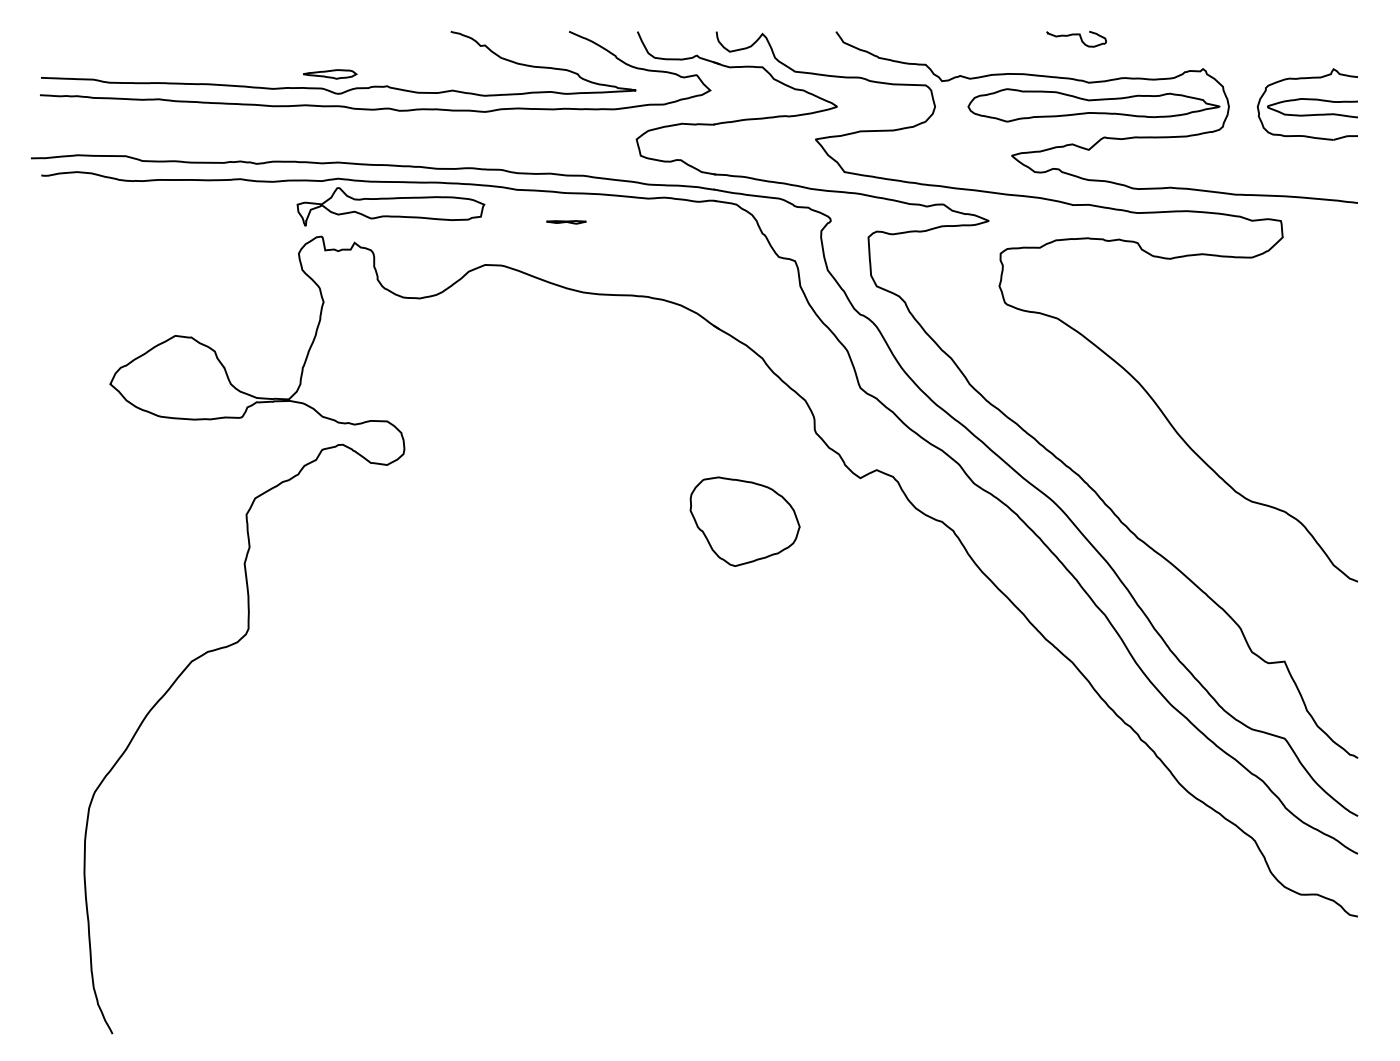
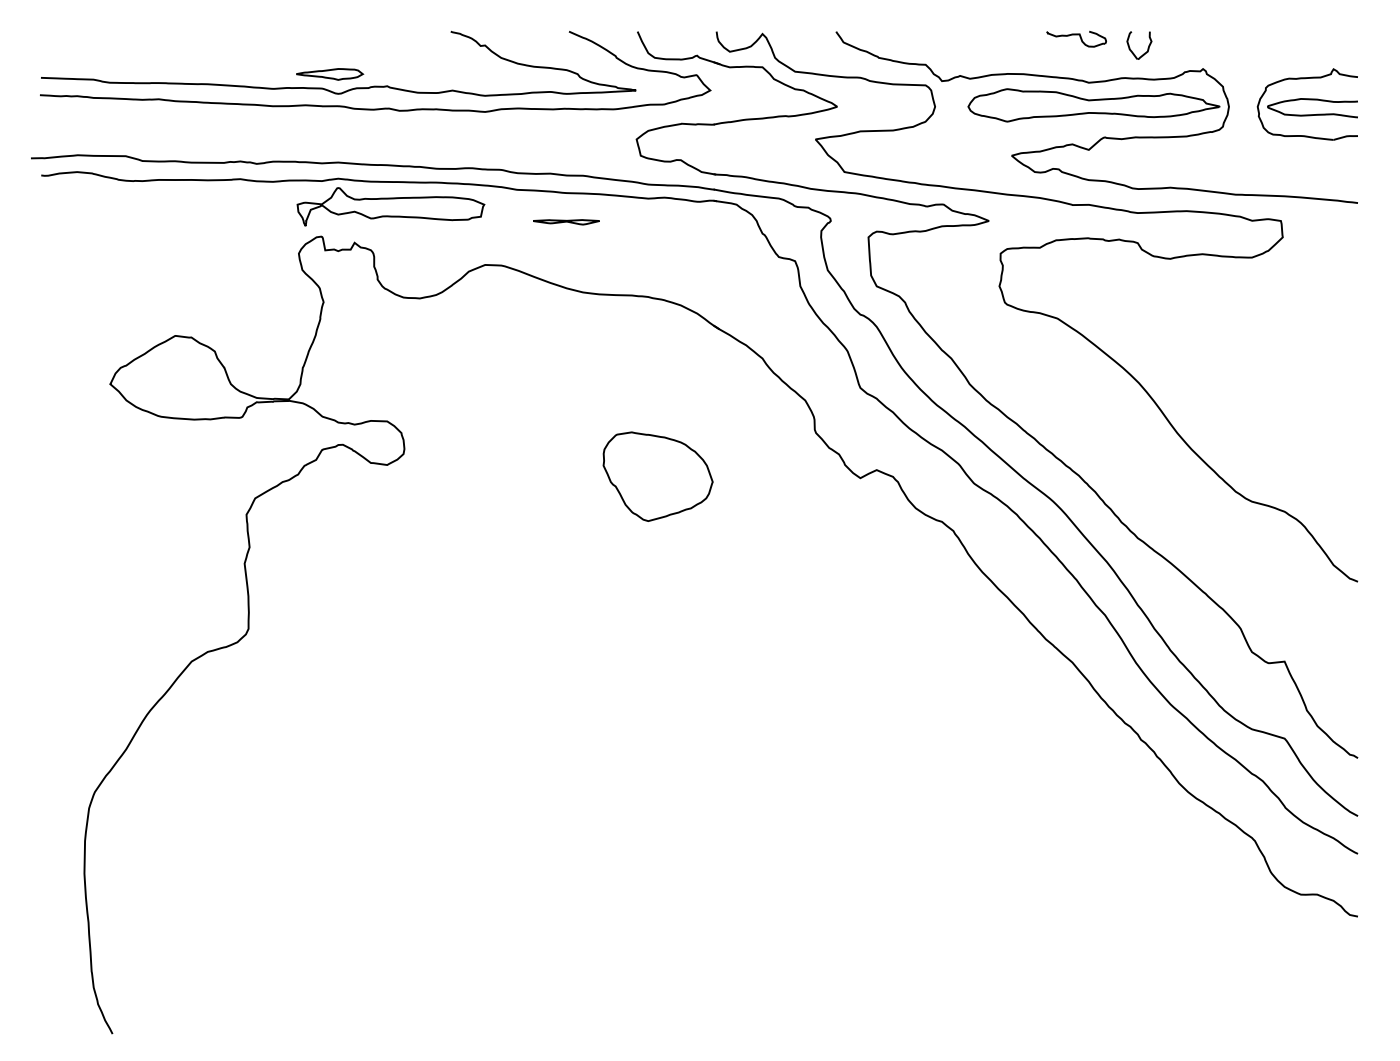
part at (1147, 47): none -> present
part at (330, 74) size: 55x11 px -> 69x13 px
part at (566, 222) size: 41x5 px -> 67x7 px
part at (744, 521) position: (744, 521) -> (657, 476)
